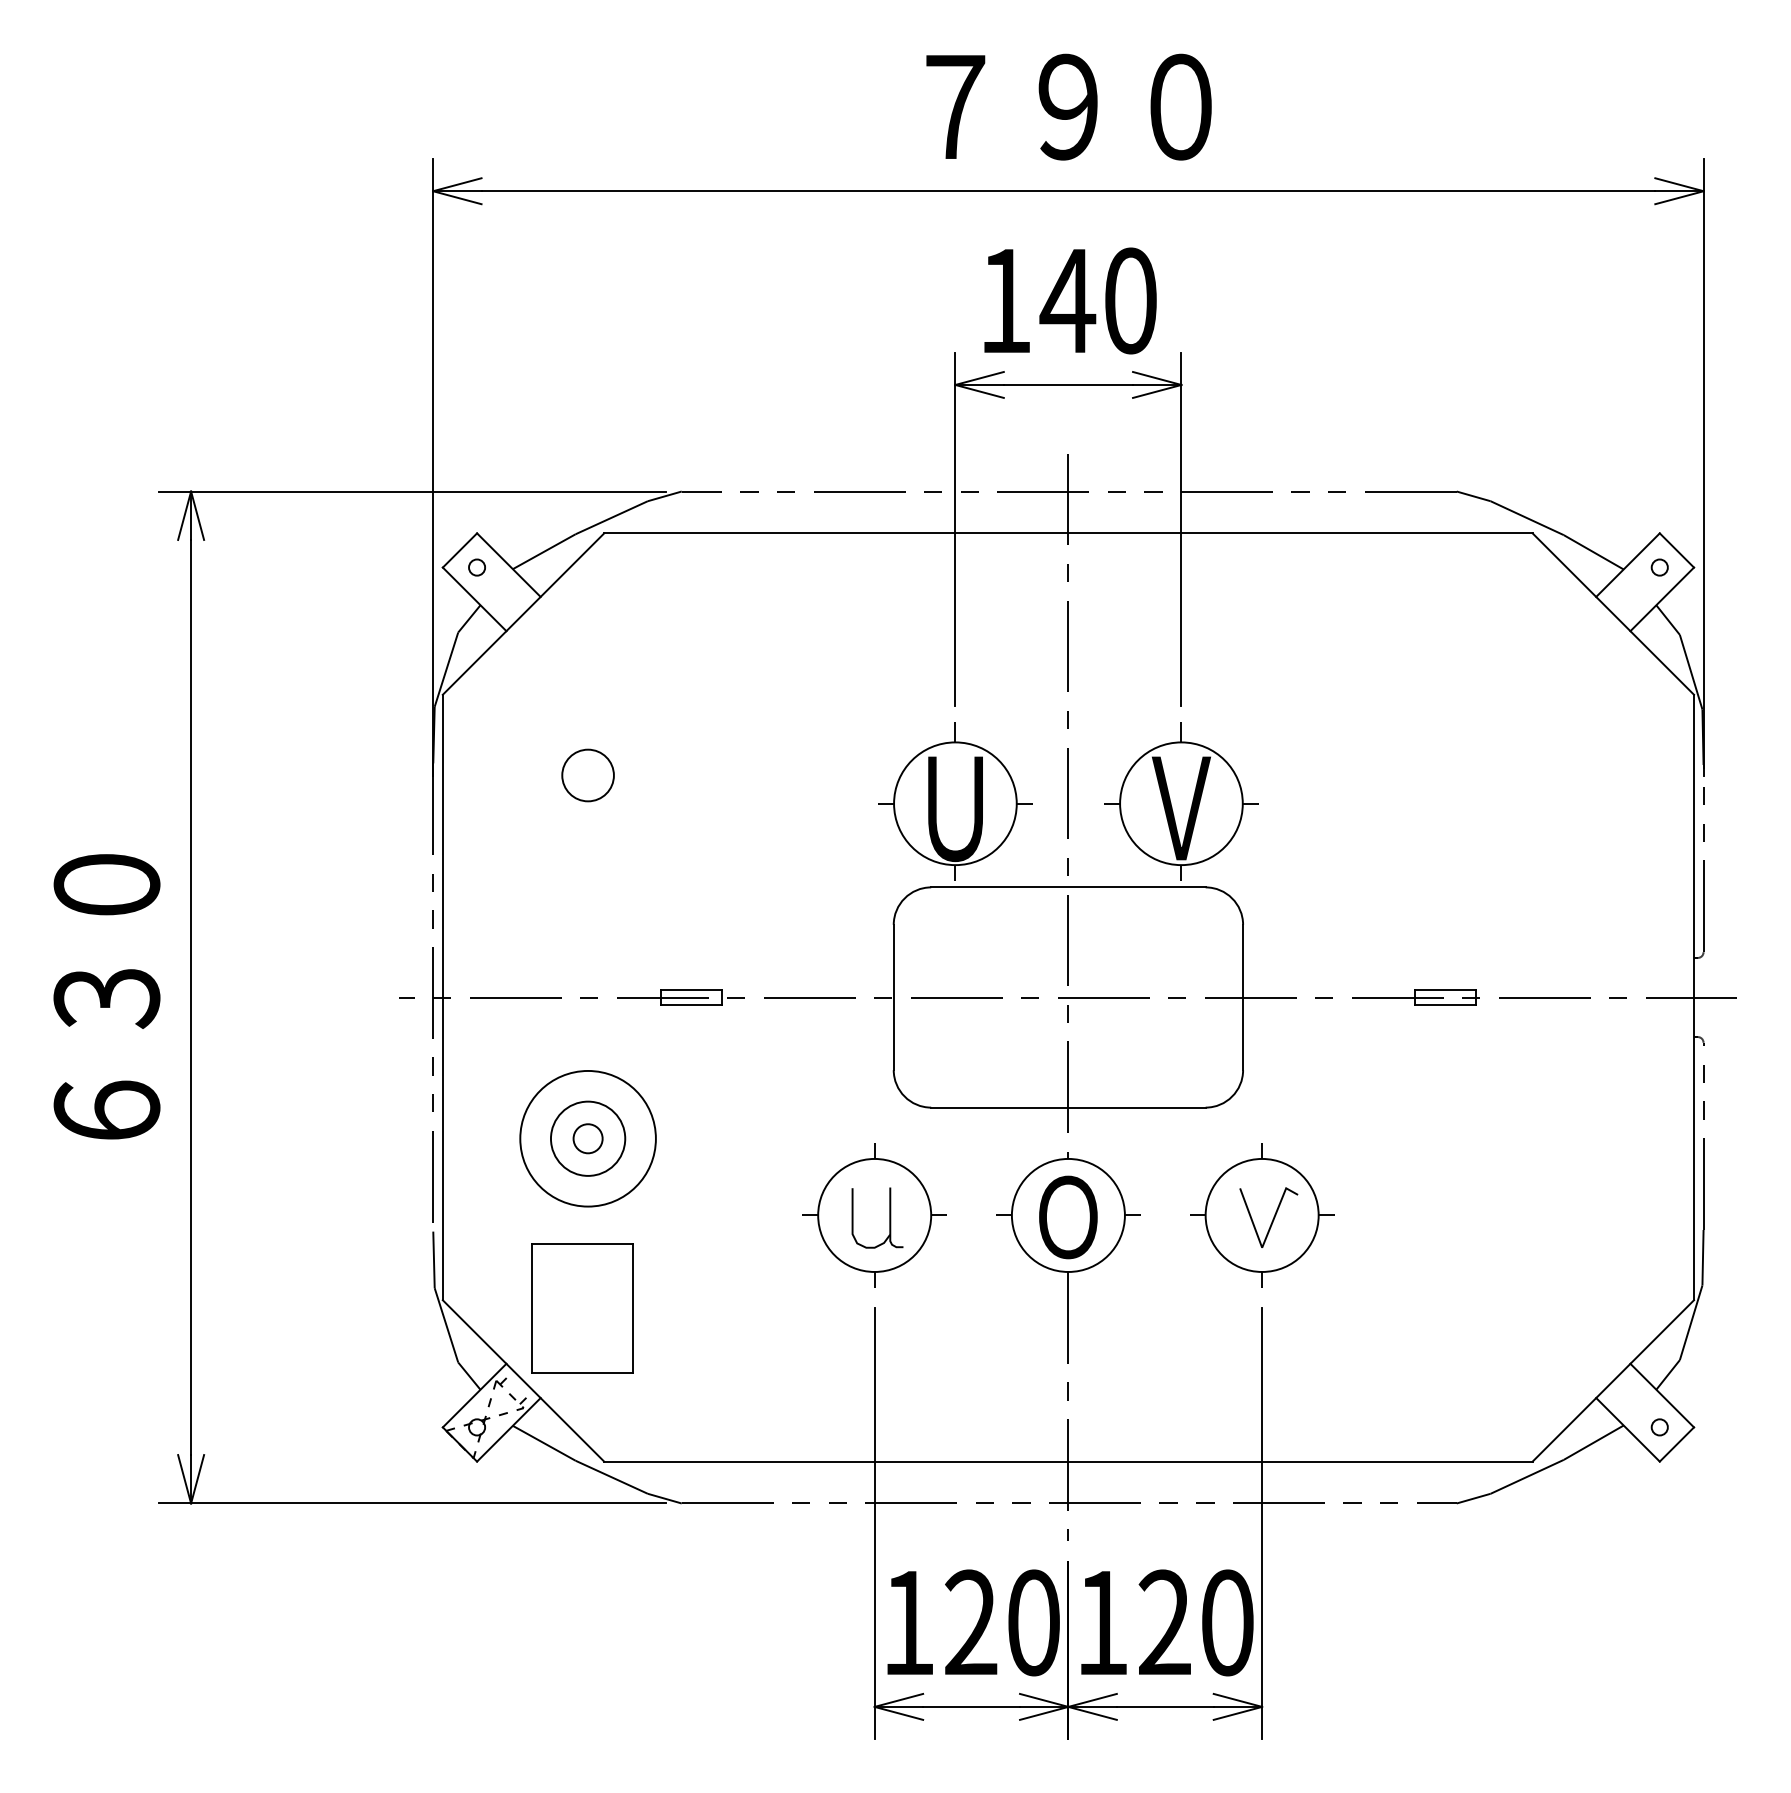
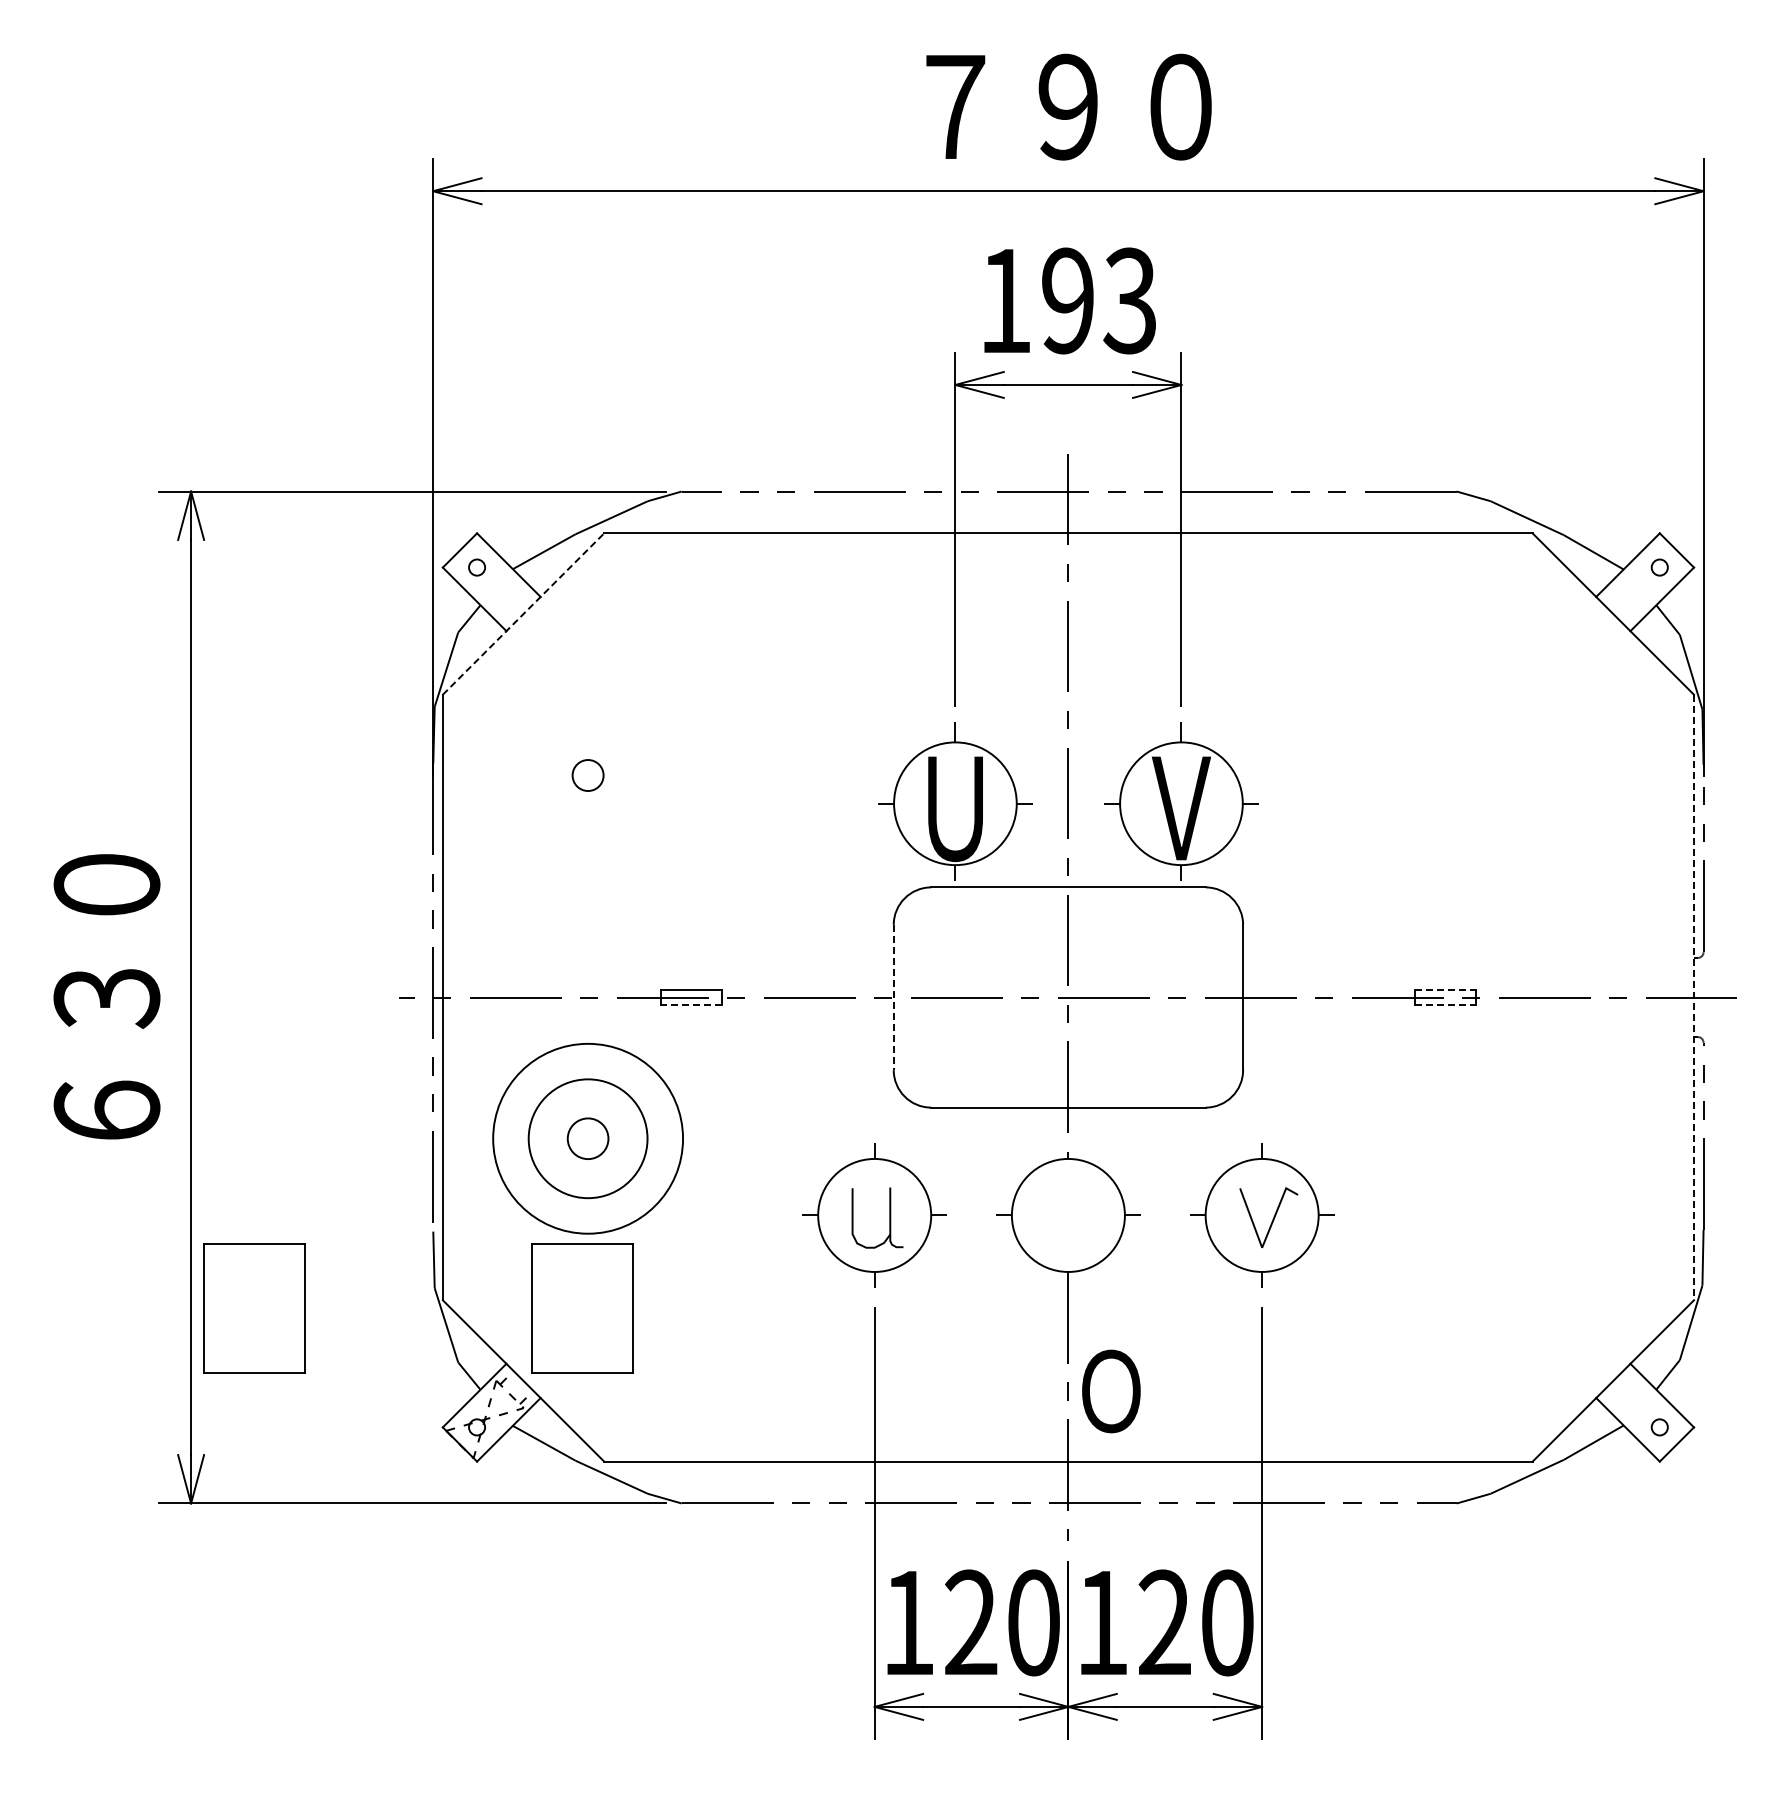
text at (1097, 300): 140 -> 193
line at (523, 613): solid -> dashed
circle at (587, 775) diameter: 52 px -> 31 px
line at (1445, 990): solid -> dashed
line at (893, 997): solid -> dashed
line at (1694, 997): solid -> dashed
line at (691, 1004): solid -> dashed
line at (1445, 1004): solid -> dashed
circle at (587, 1138) diameter: 136 px -> 190 px
circle at (587, 1138) diameter: 29 px -> 41 px
circle at (587, 1138) diameter: 74 px -> 119 px
text at (1068, 1217) position: (1068, 1217) -> (1111, 1391)
part at (254, 1308): none -> present
